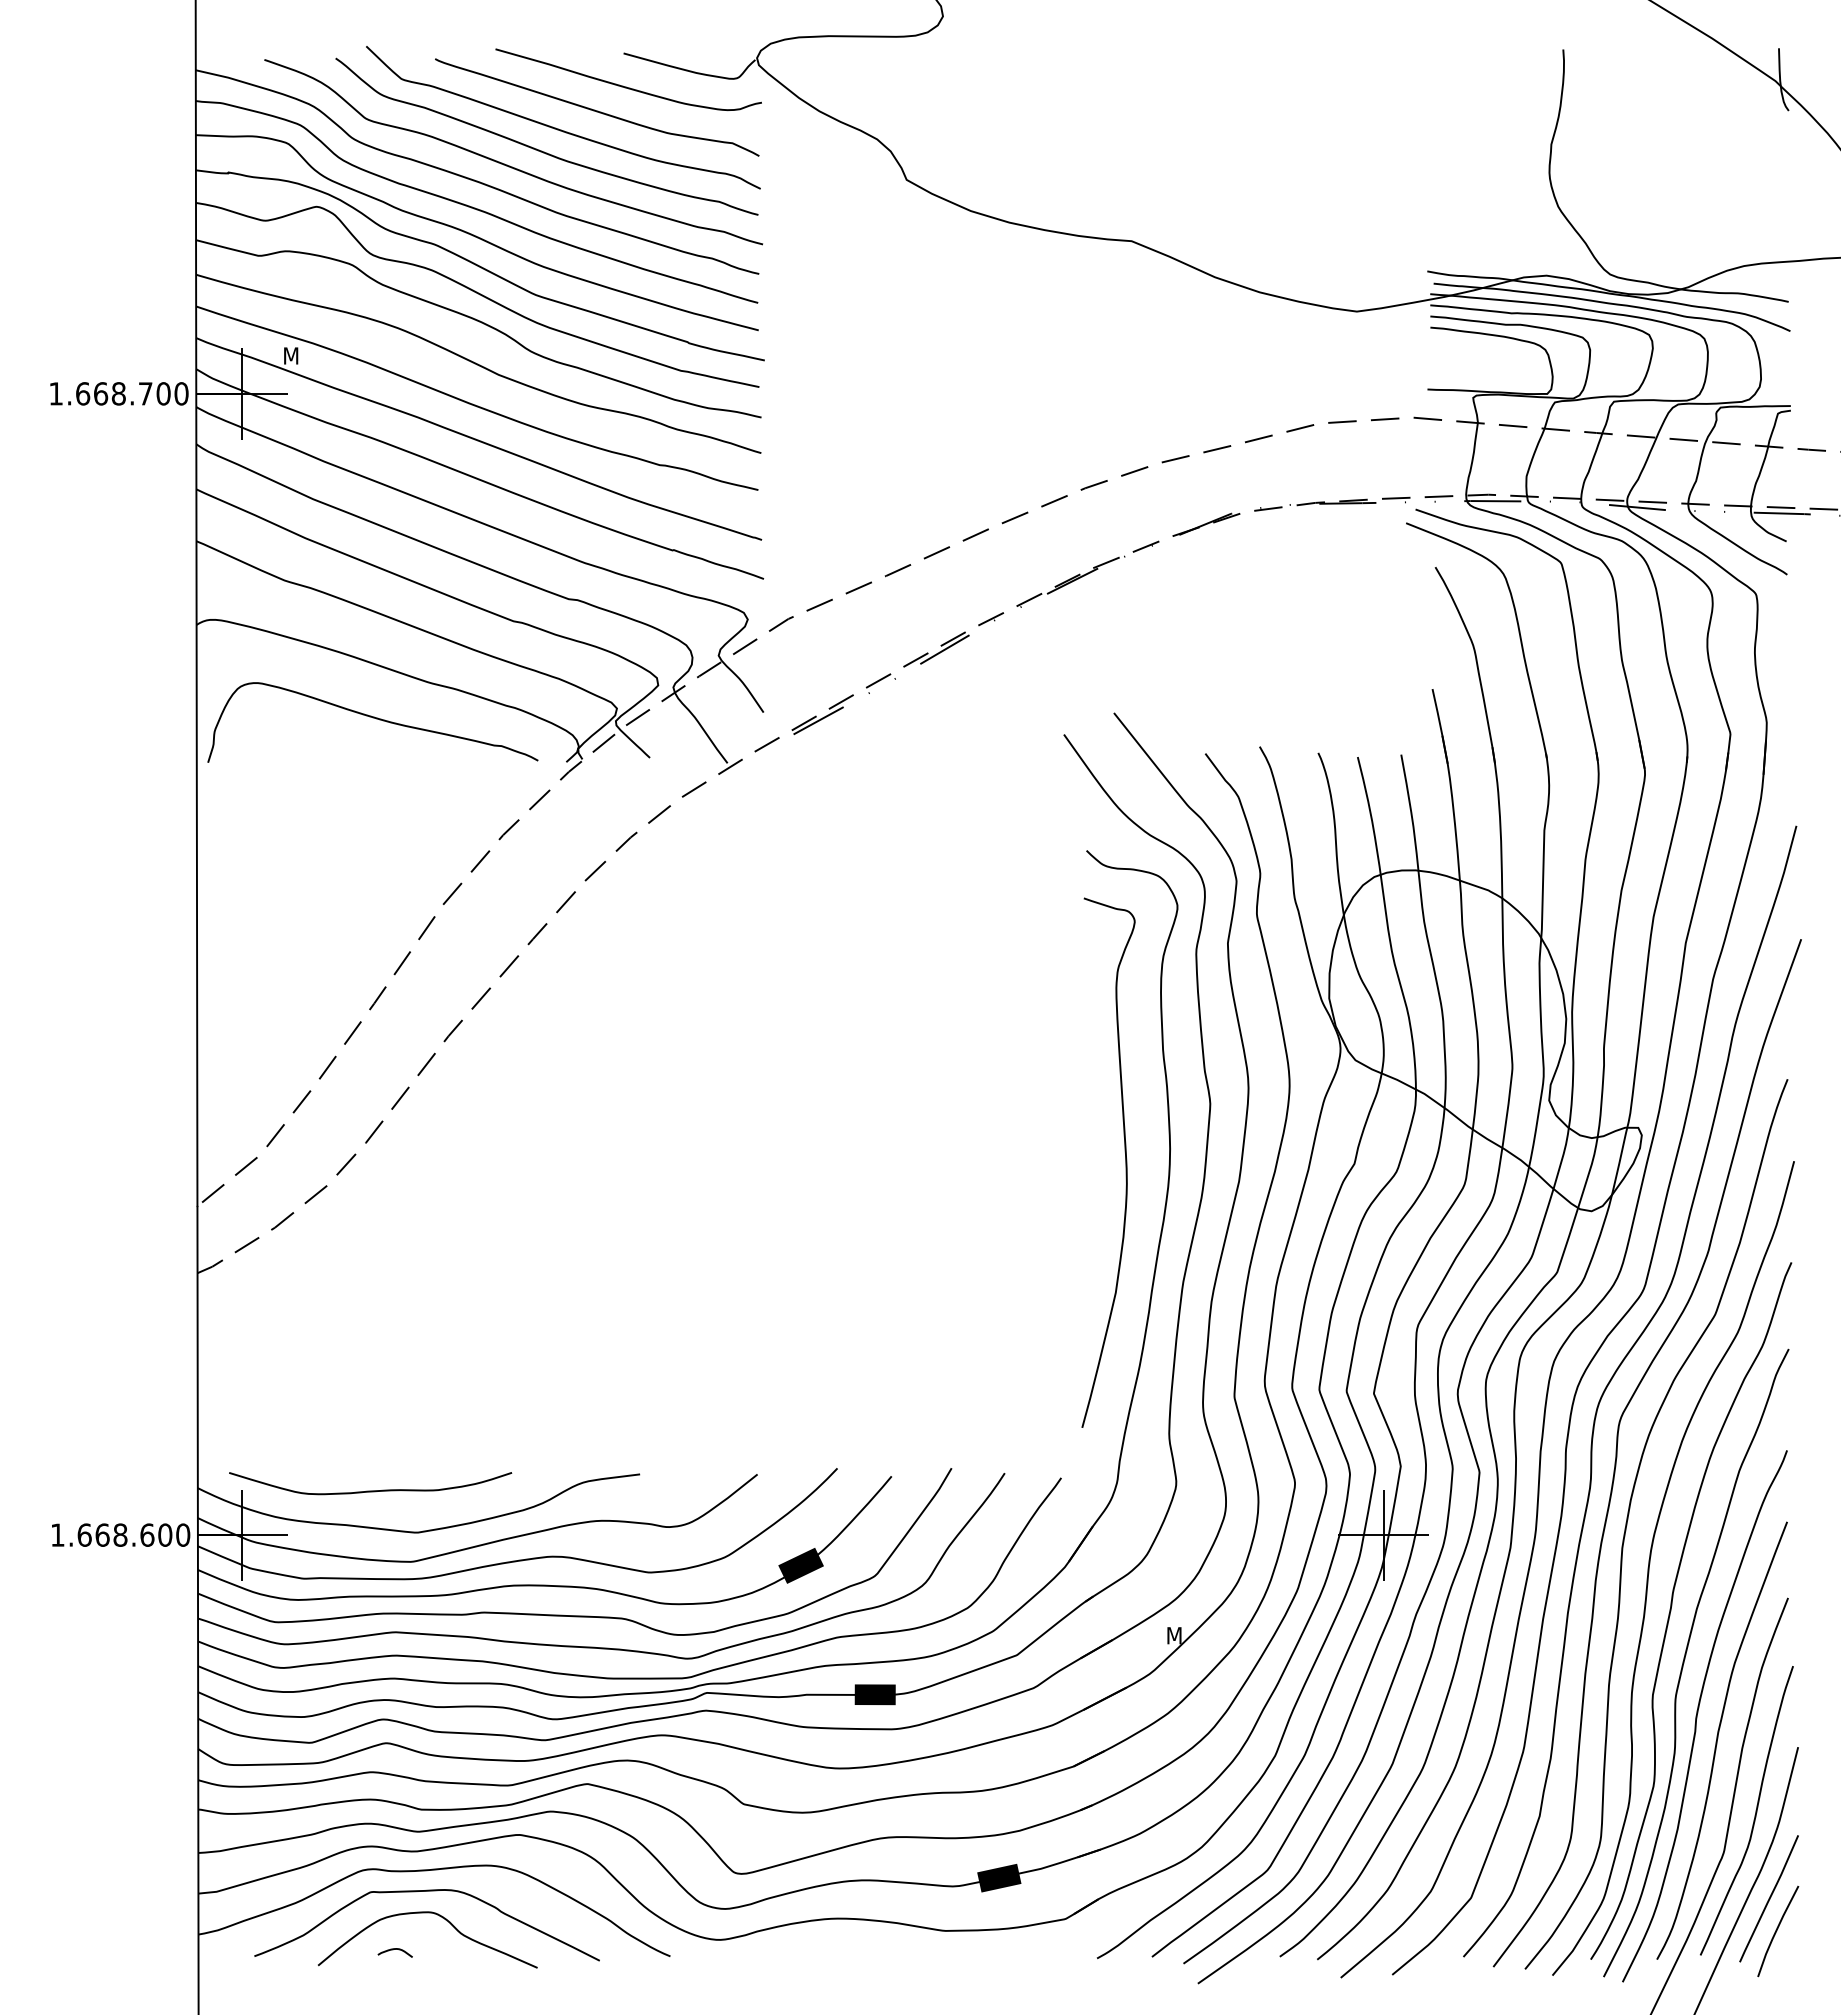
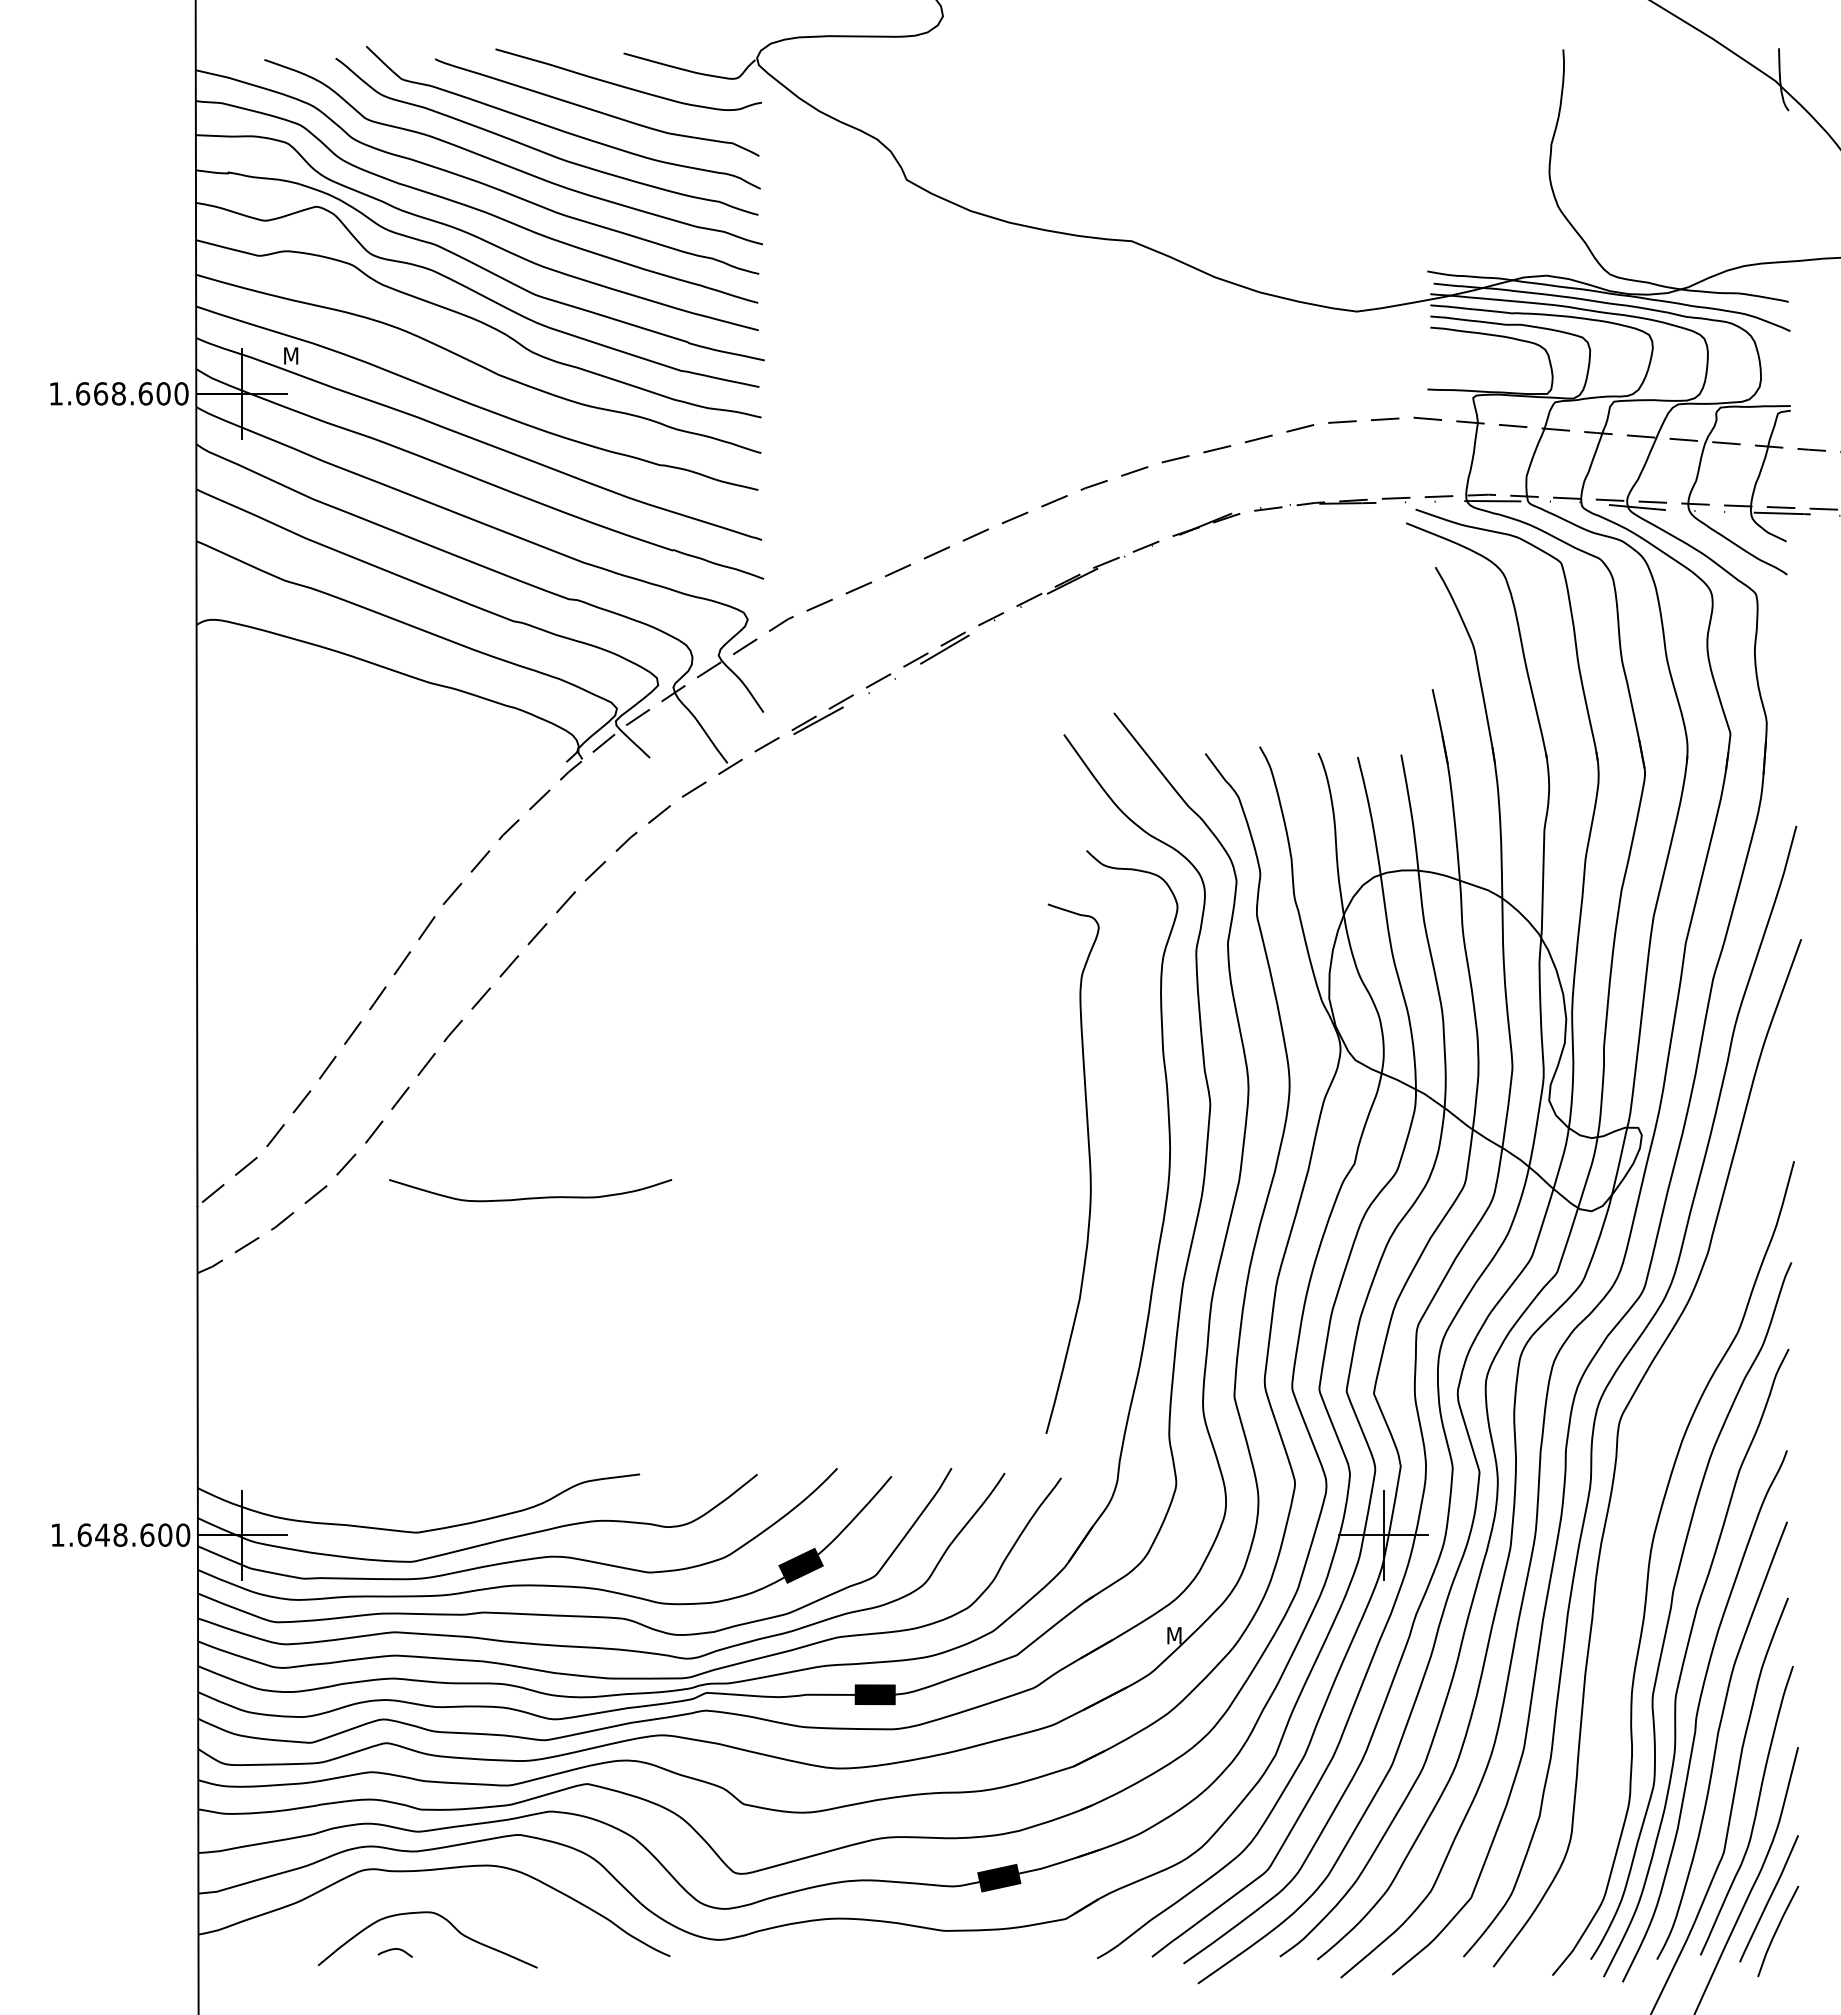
text at (145, 393): 1.668.700 -> 1.668.600
curve at (373, 718): present -> none
curve at (1125, 1162) position: (1125, 1162) -> (1089, 1168)
curve at (370, 1490) position: (370, 1490) -> (530, 1197)
curve at (1628, 1520): present -> none
text at (102, 1534): 1.668.600 -> 1.648.600
curve at (426, 1891): present -> none
